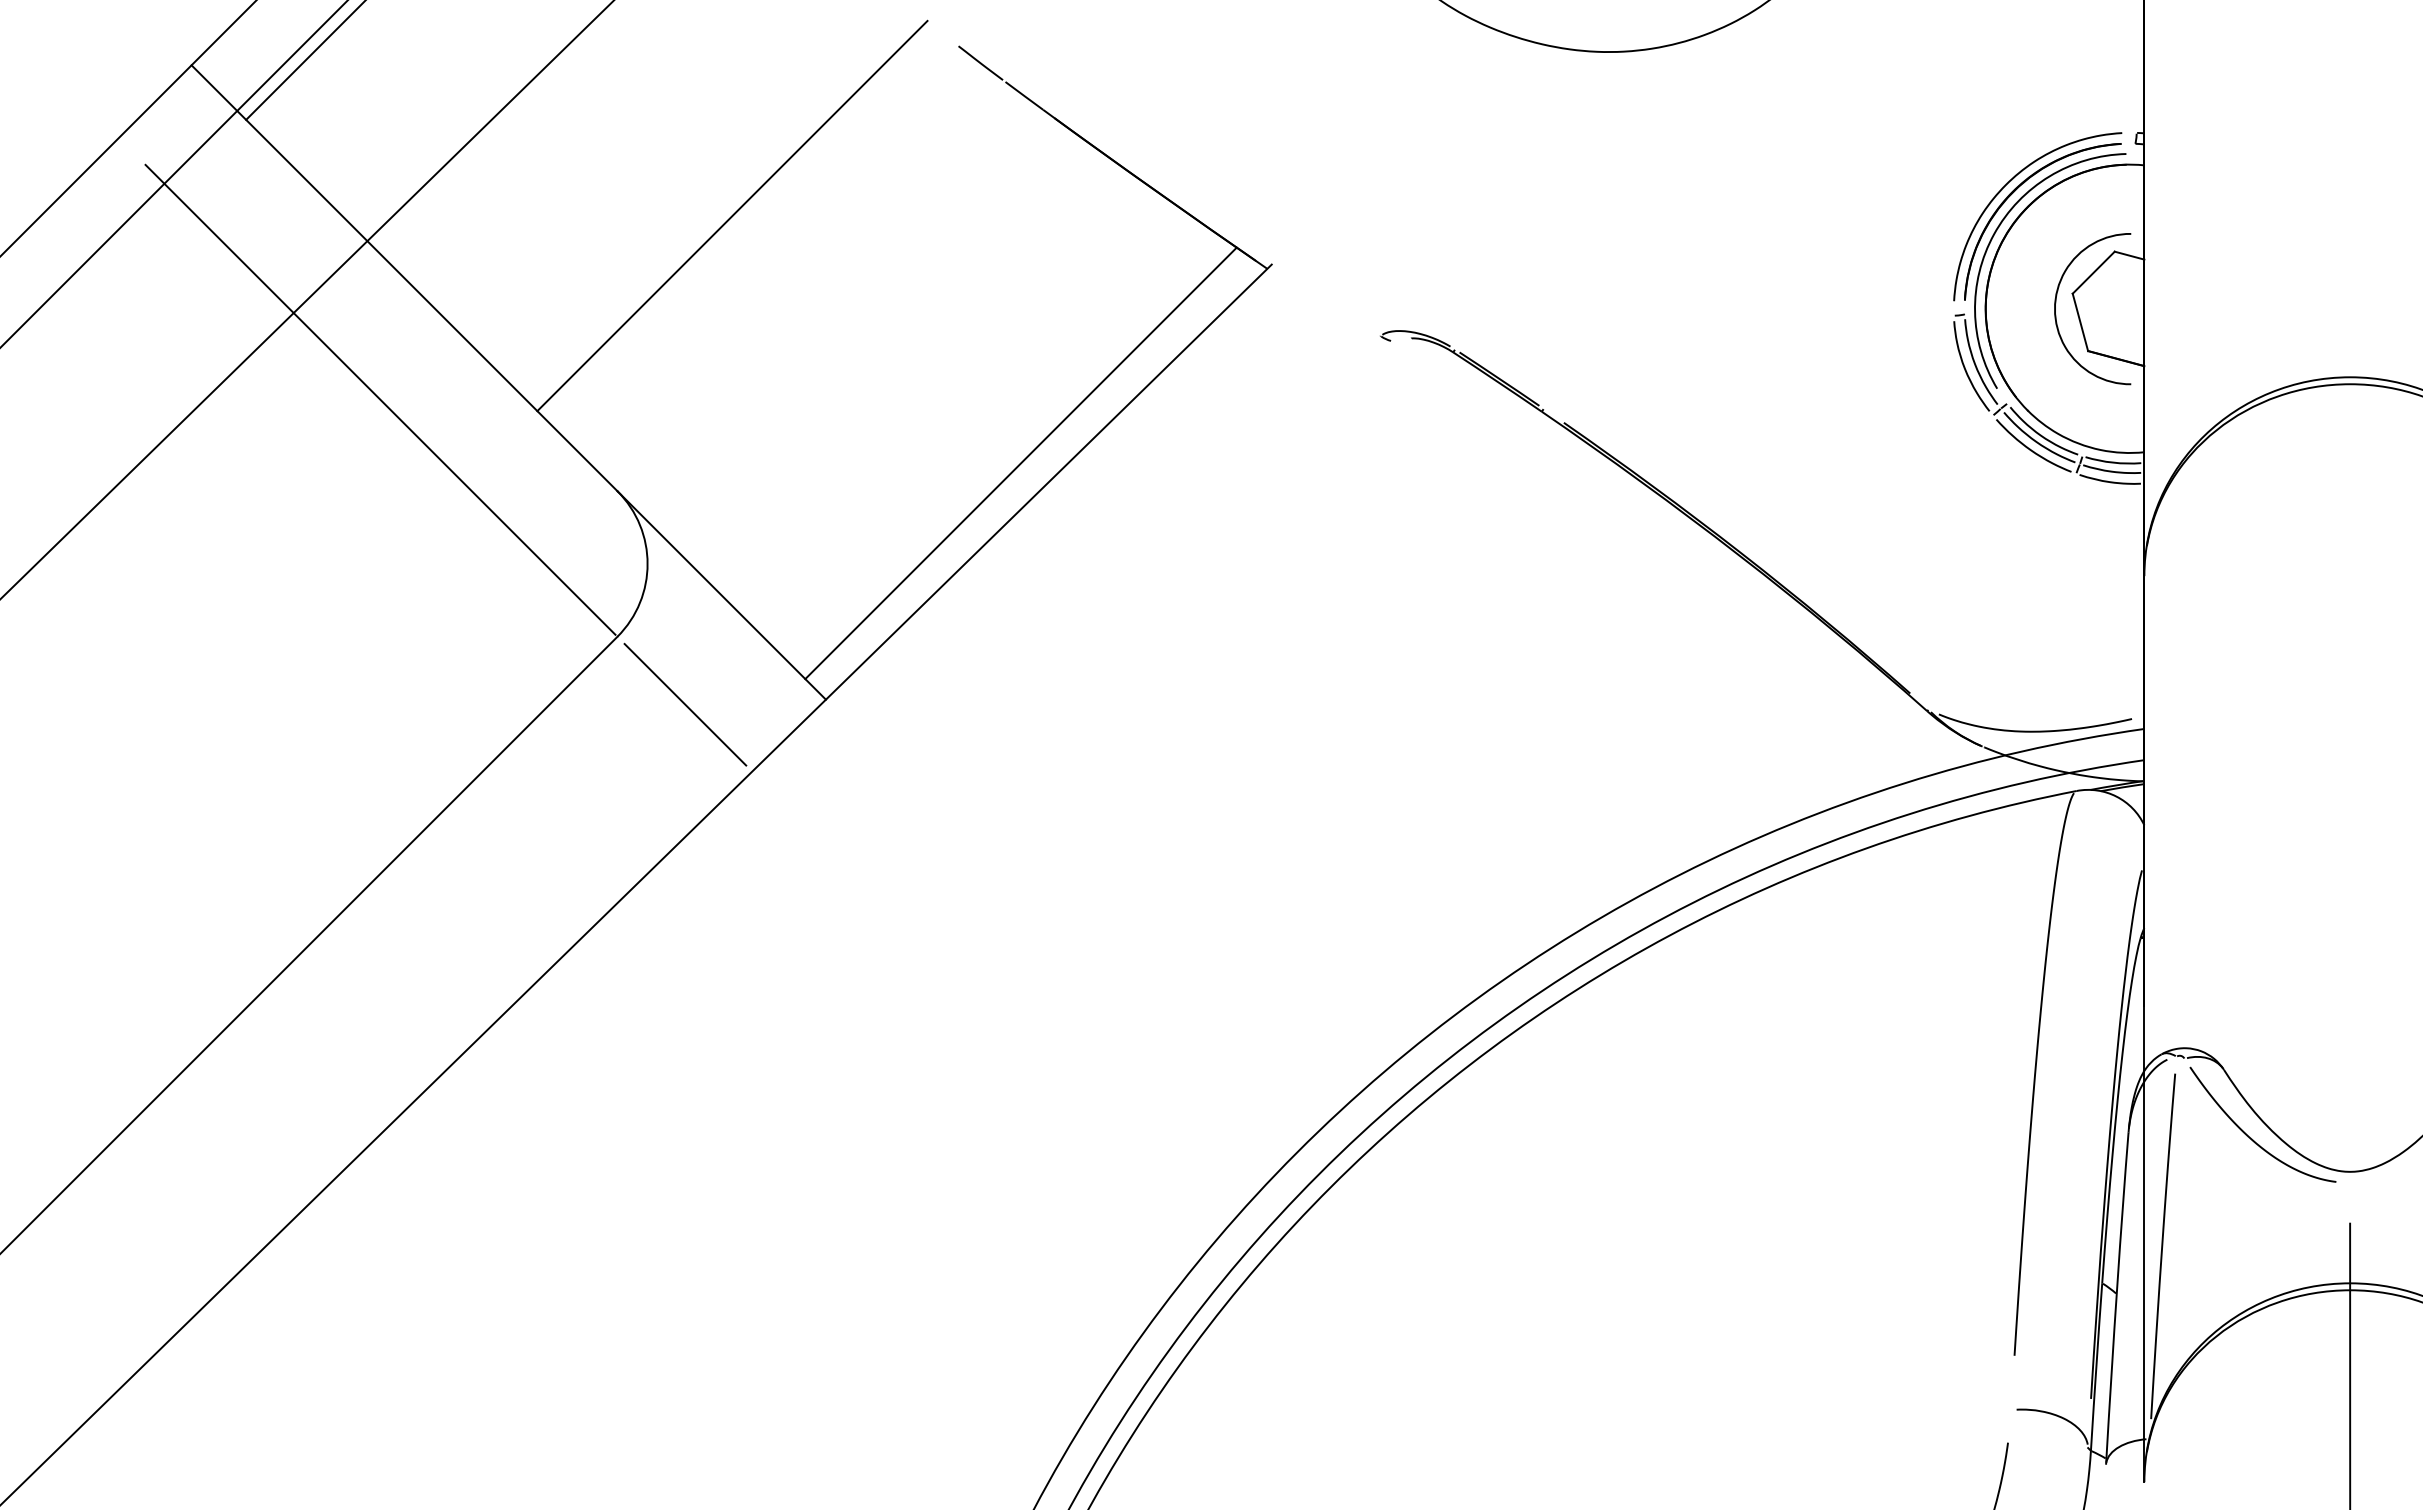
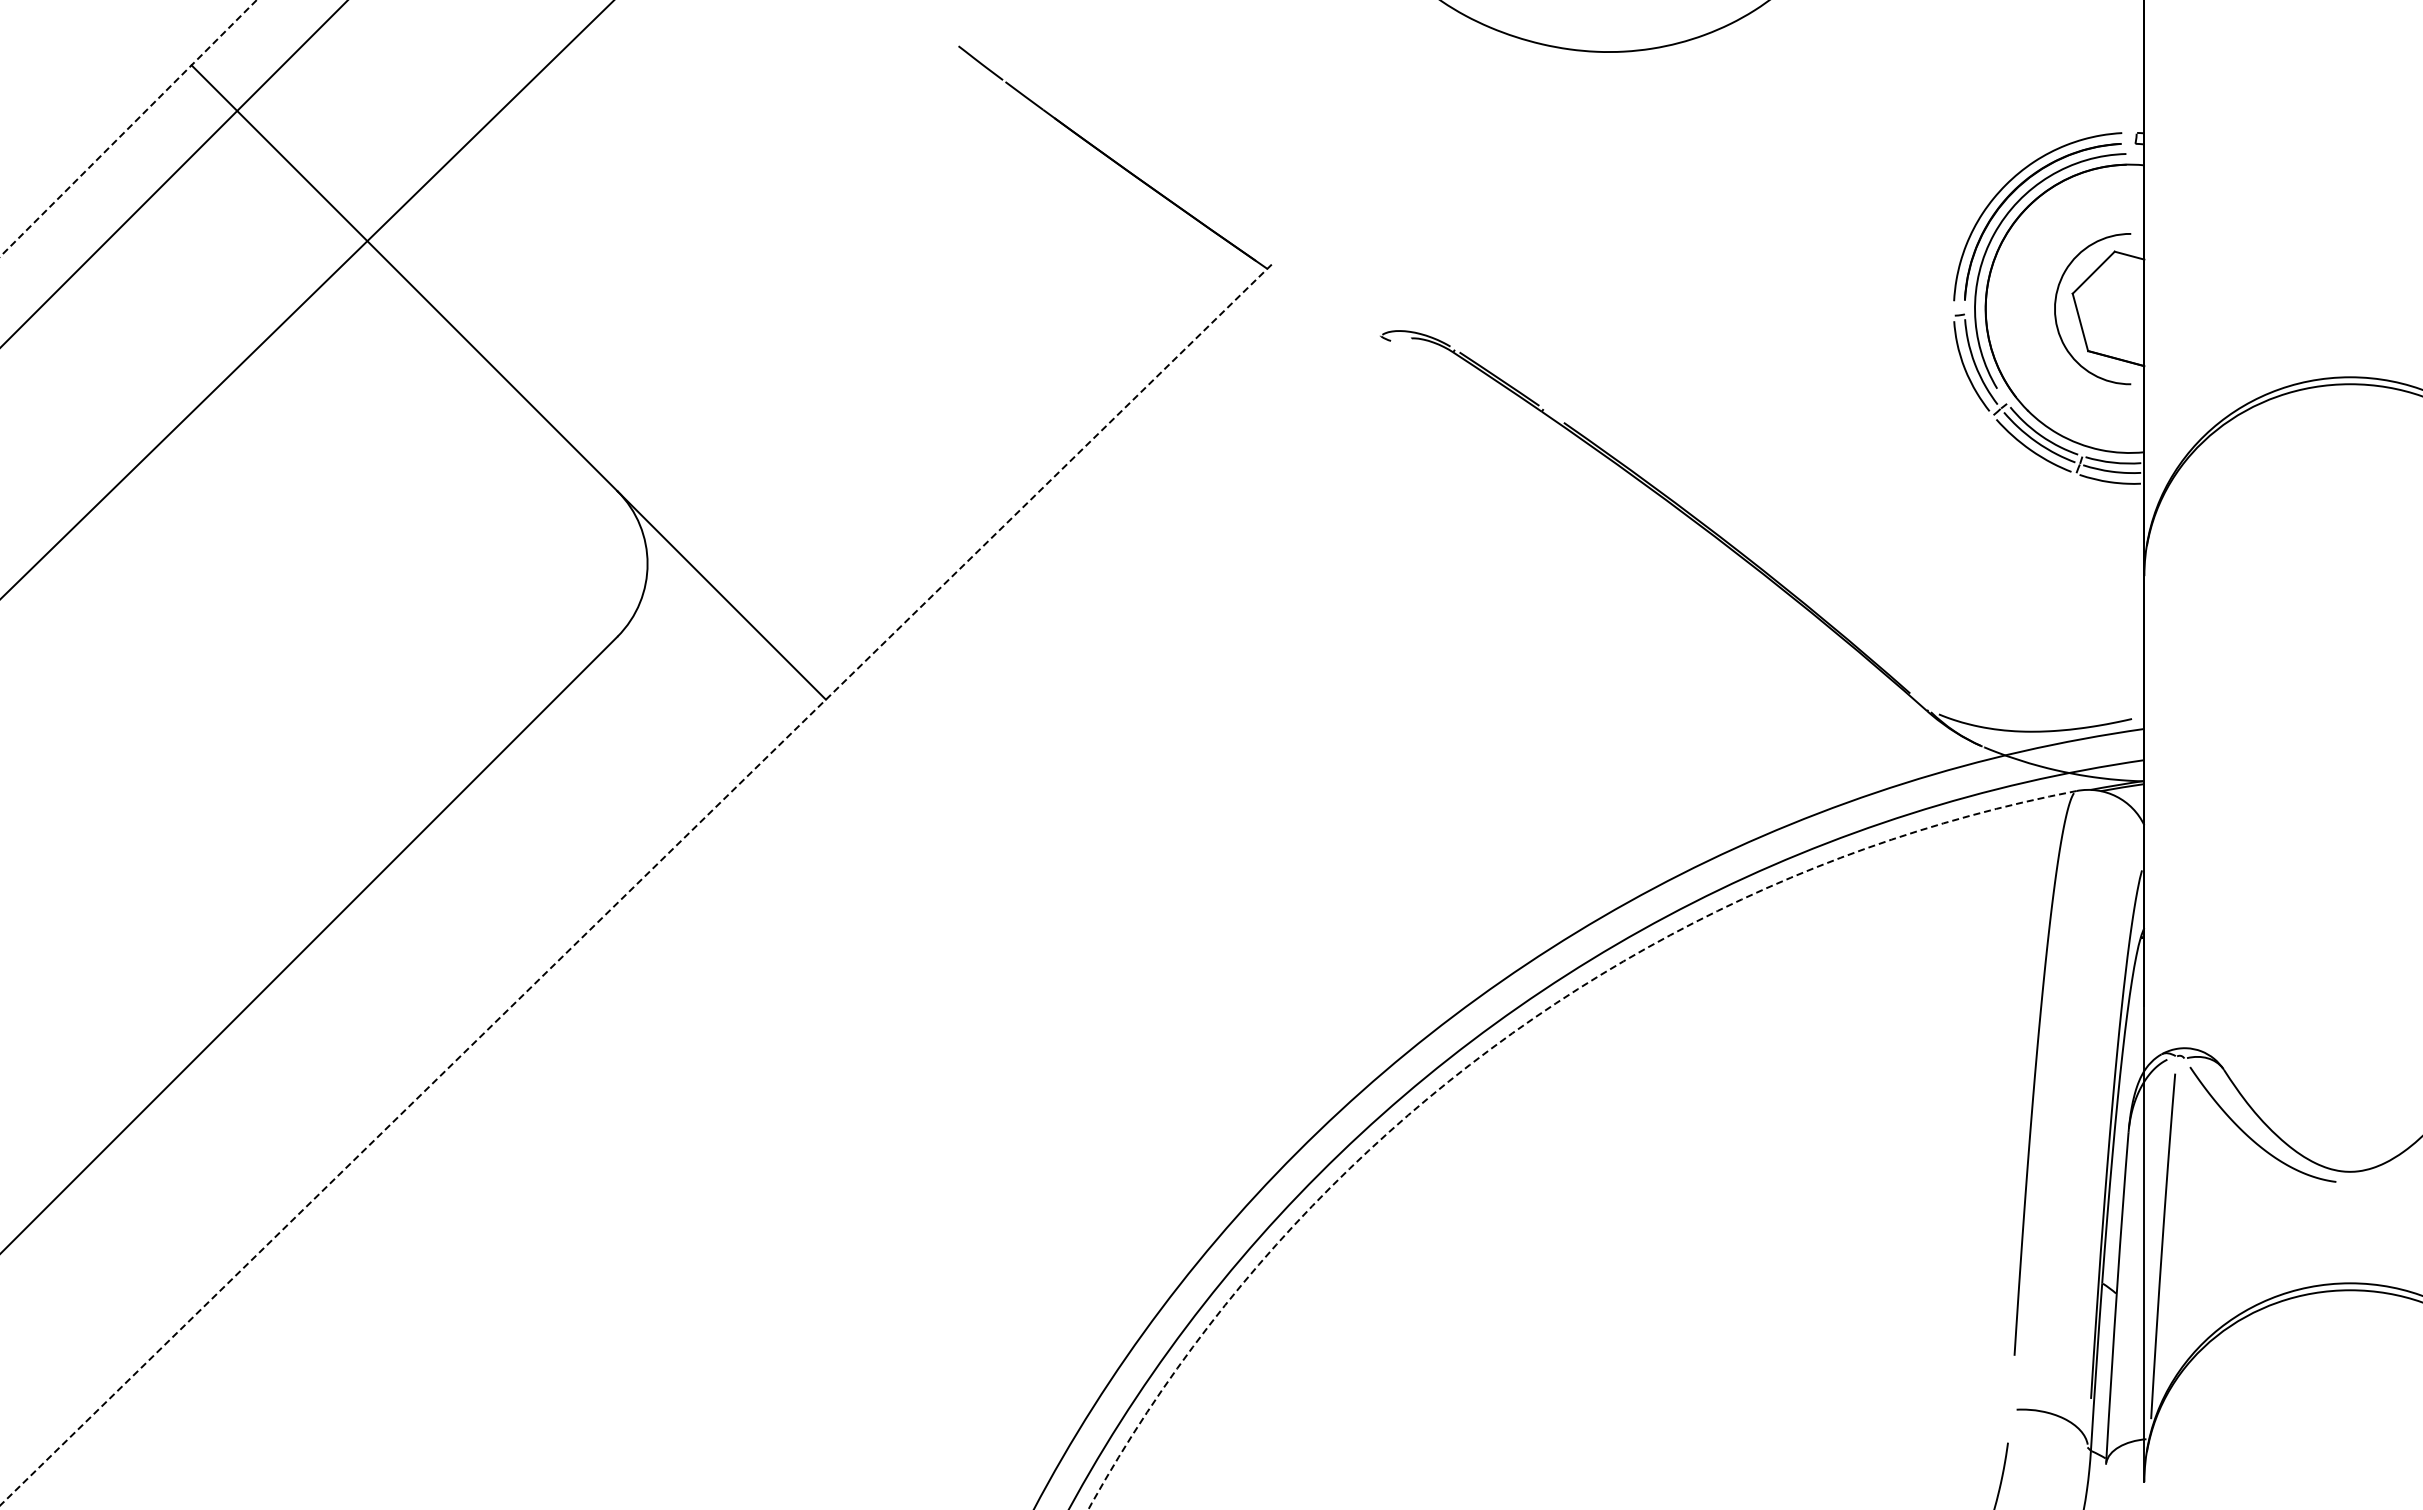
line at (304, 60): present -> none
line at (129, 127): solid -> dashed
line at (732, 215): present -> none
line at (380, 399): present -> none
line at (1020, 463): present -> none
line at (685, 704): present -> none
line at (635, 885): solid -> dashed
arc at (1503, 1039): solid -> dashed
line at (2350, 1364): present -> none
